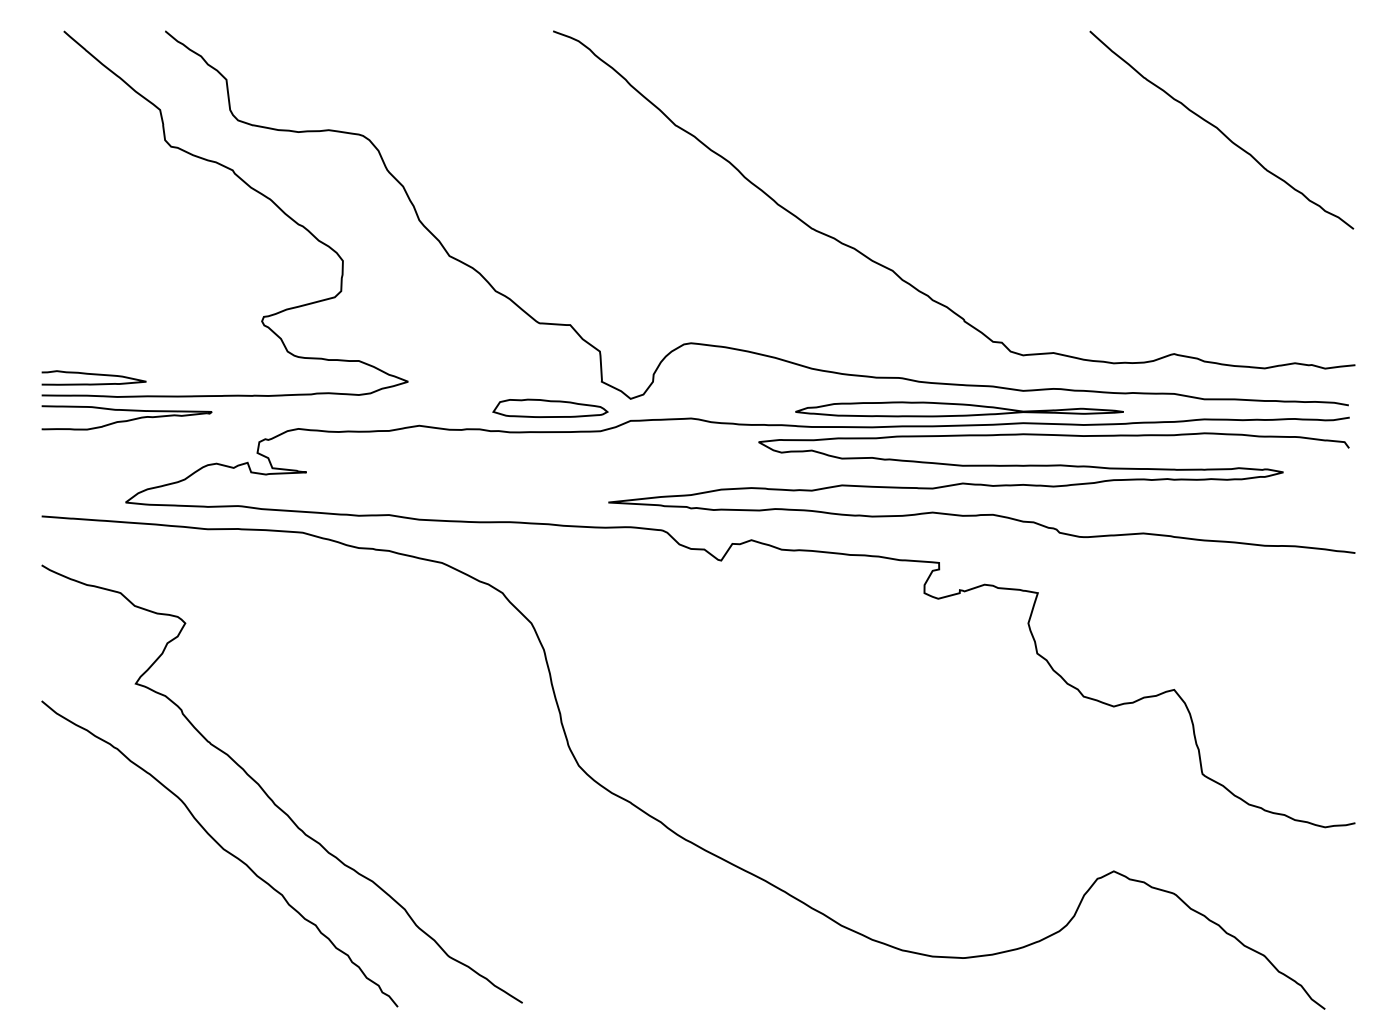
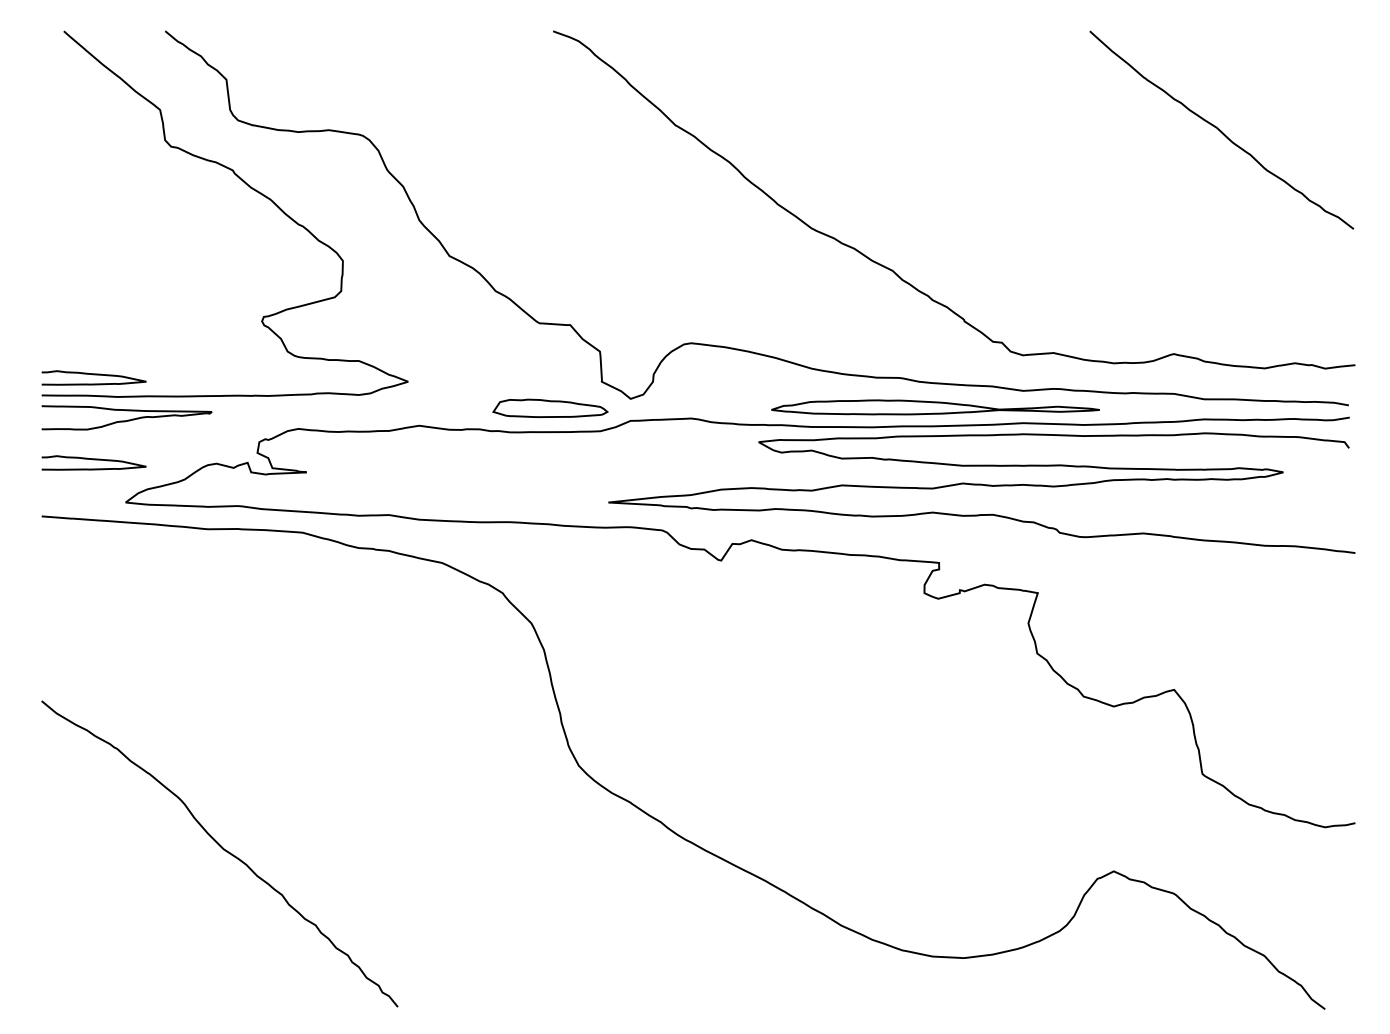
part at (959, 409) position: (959, 409) -> (935, 407)
curve at (93, 460): none -> present
curve at (266, 792): present -> none
